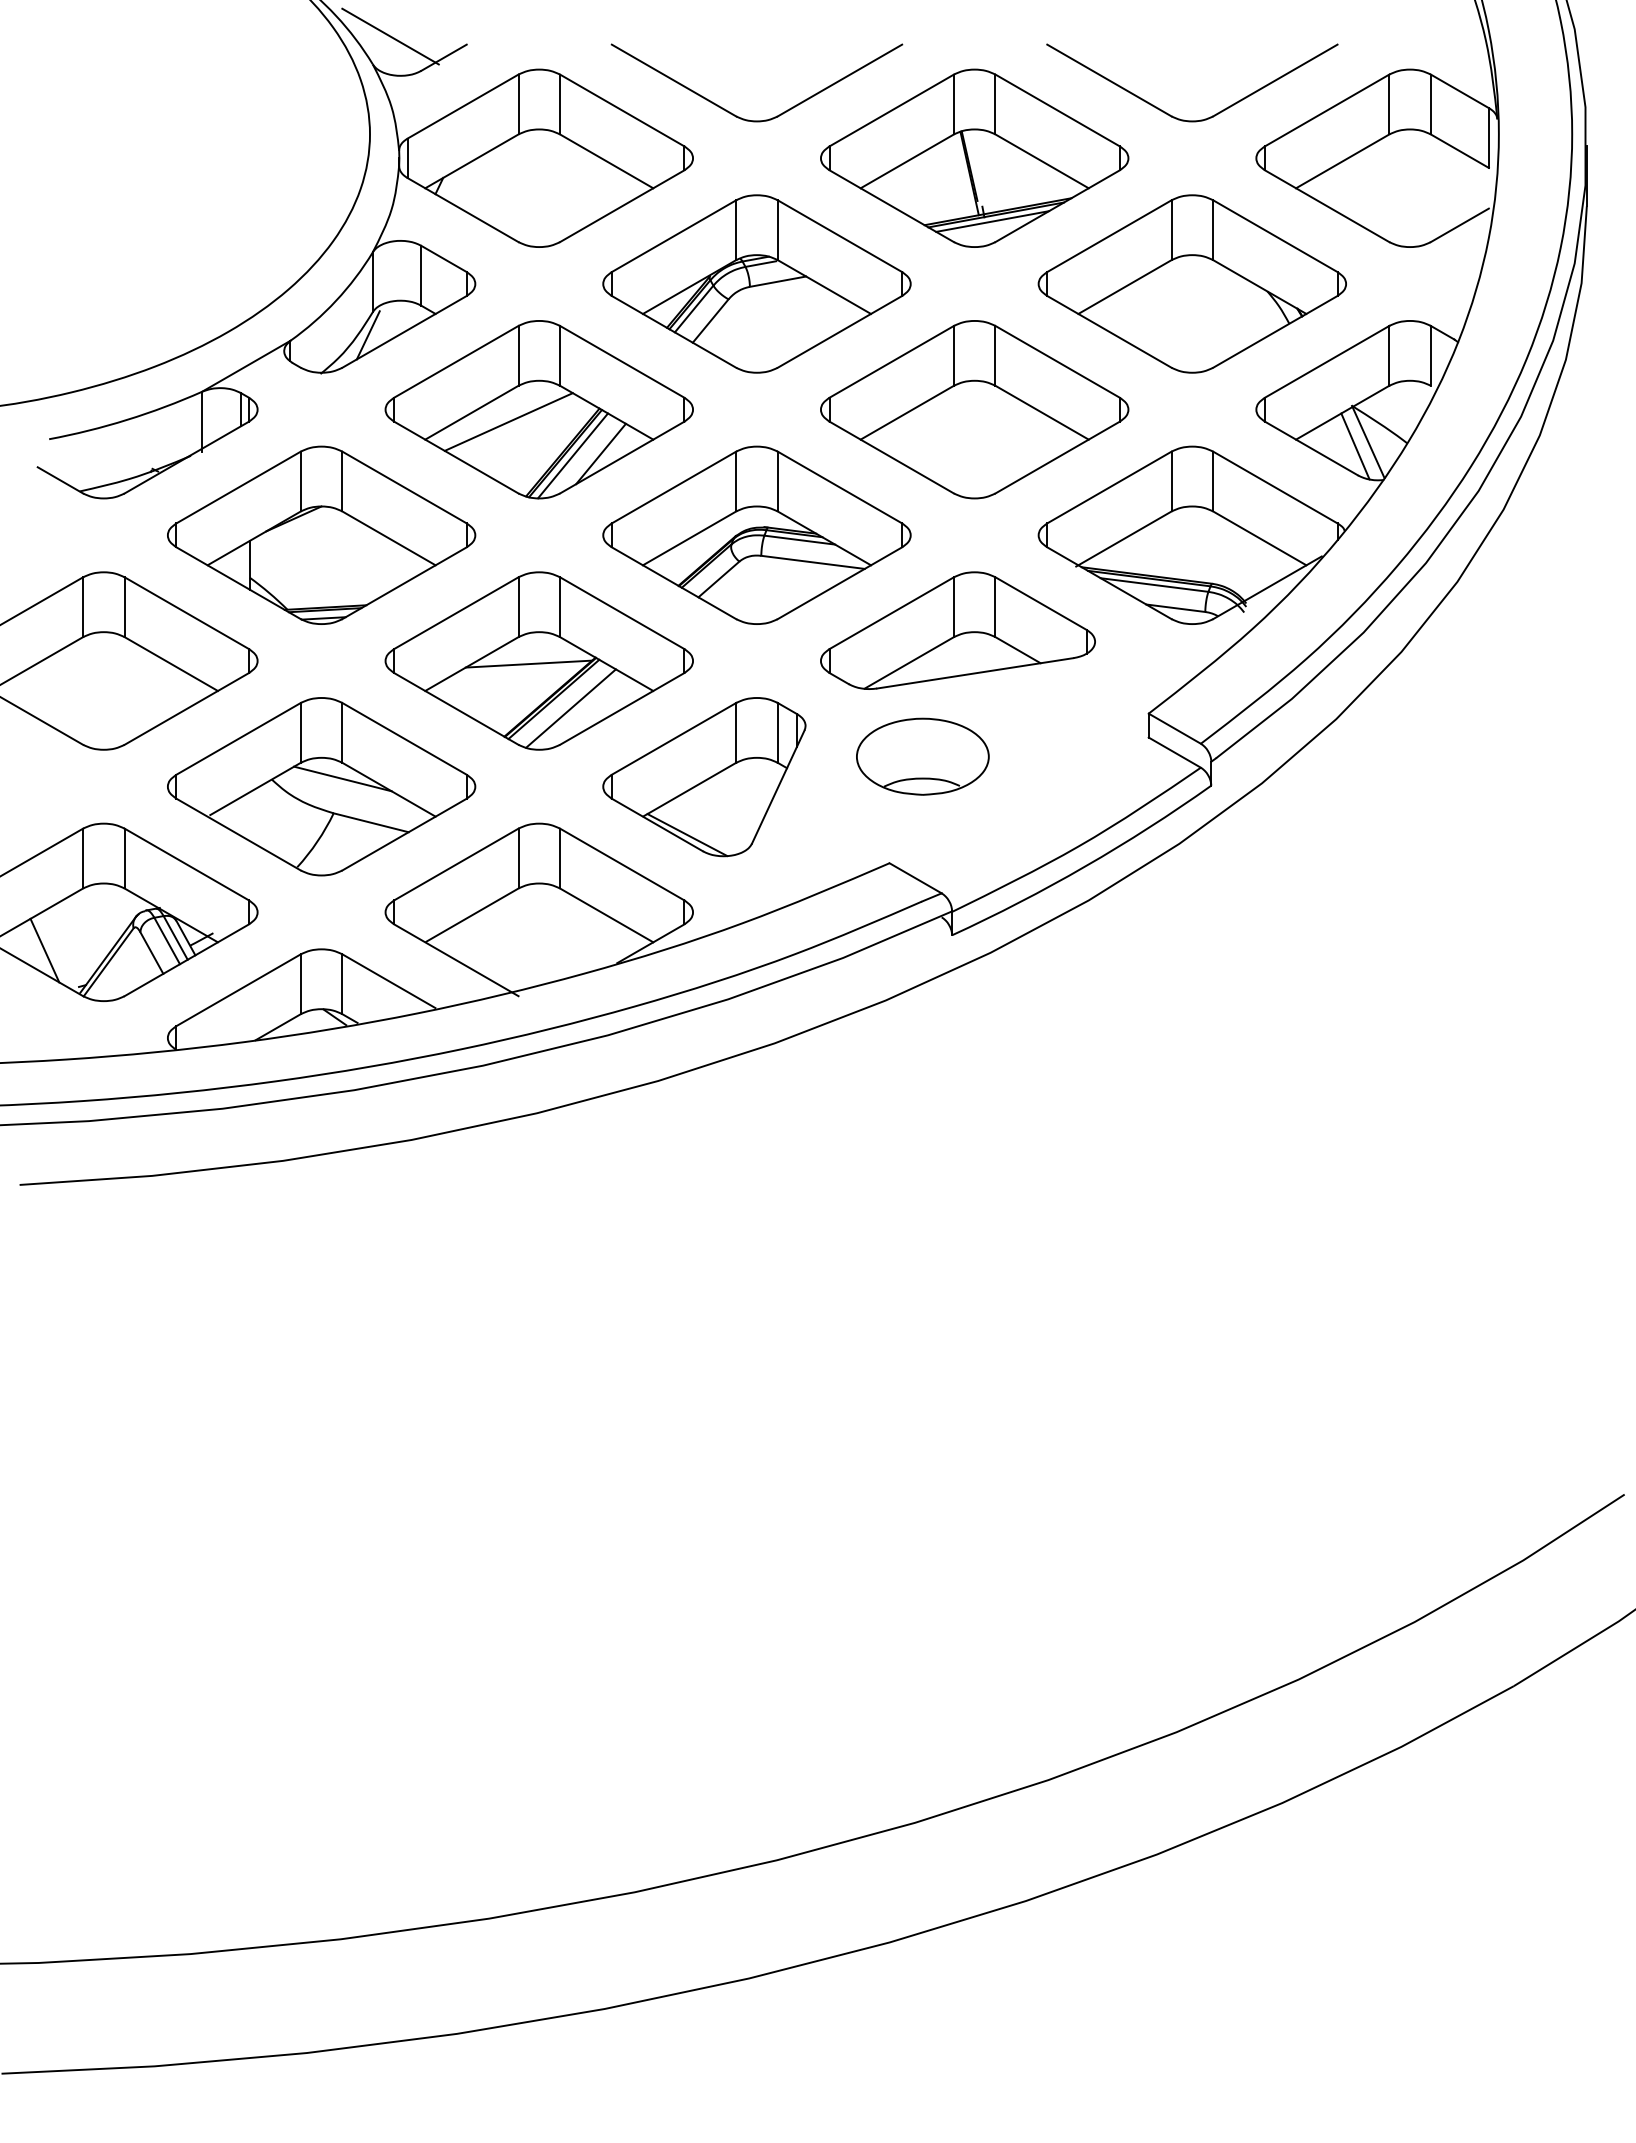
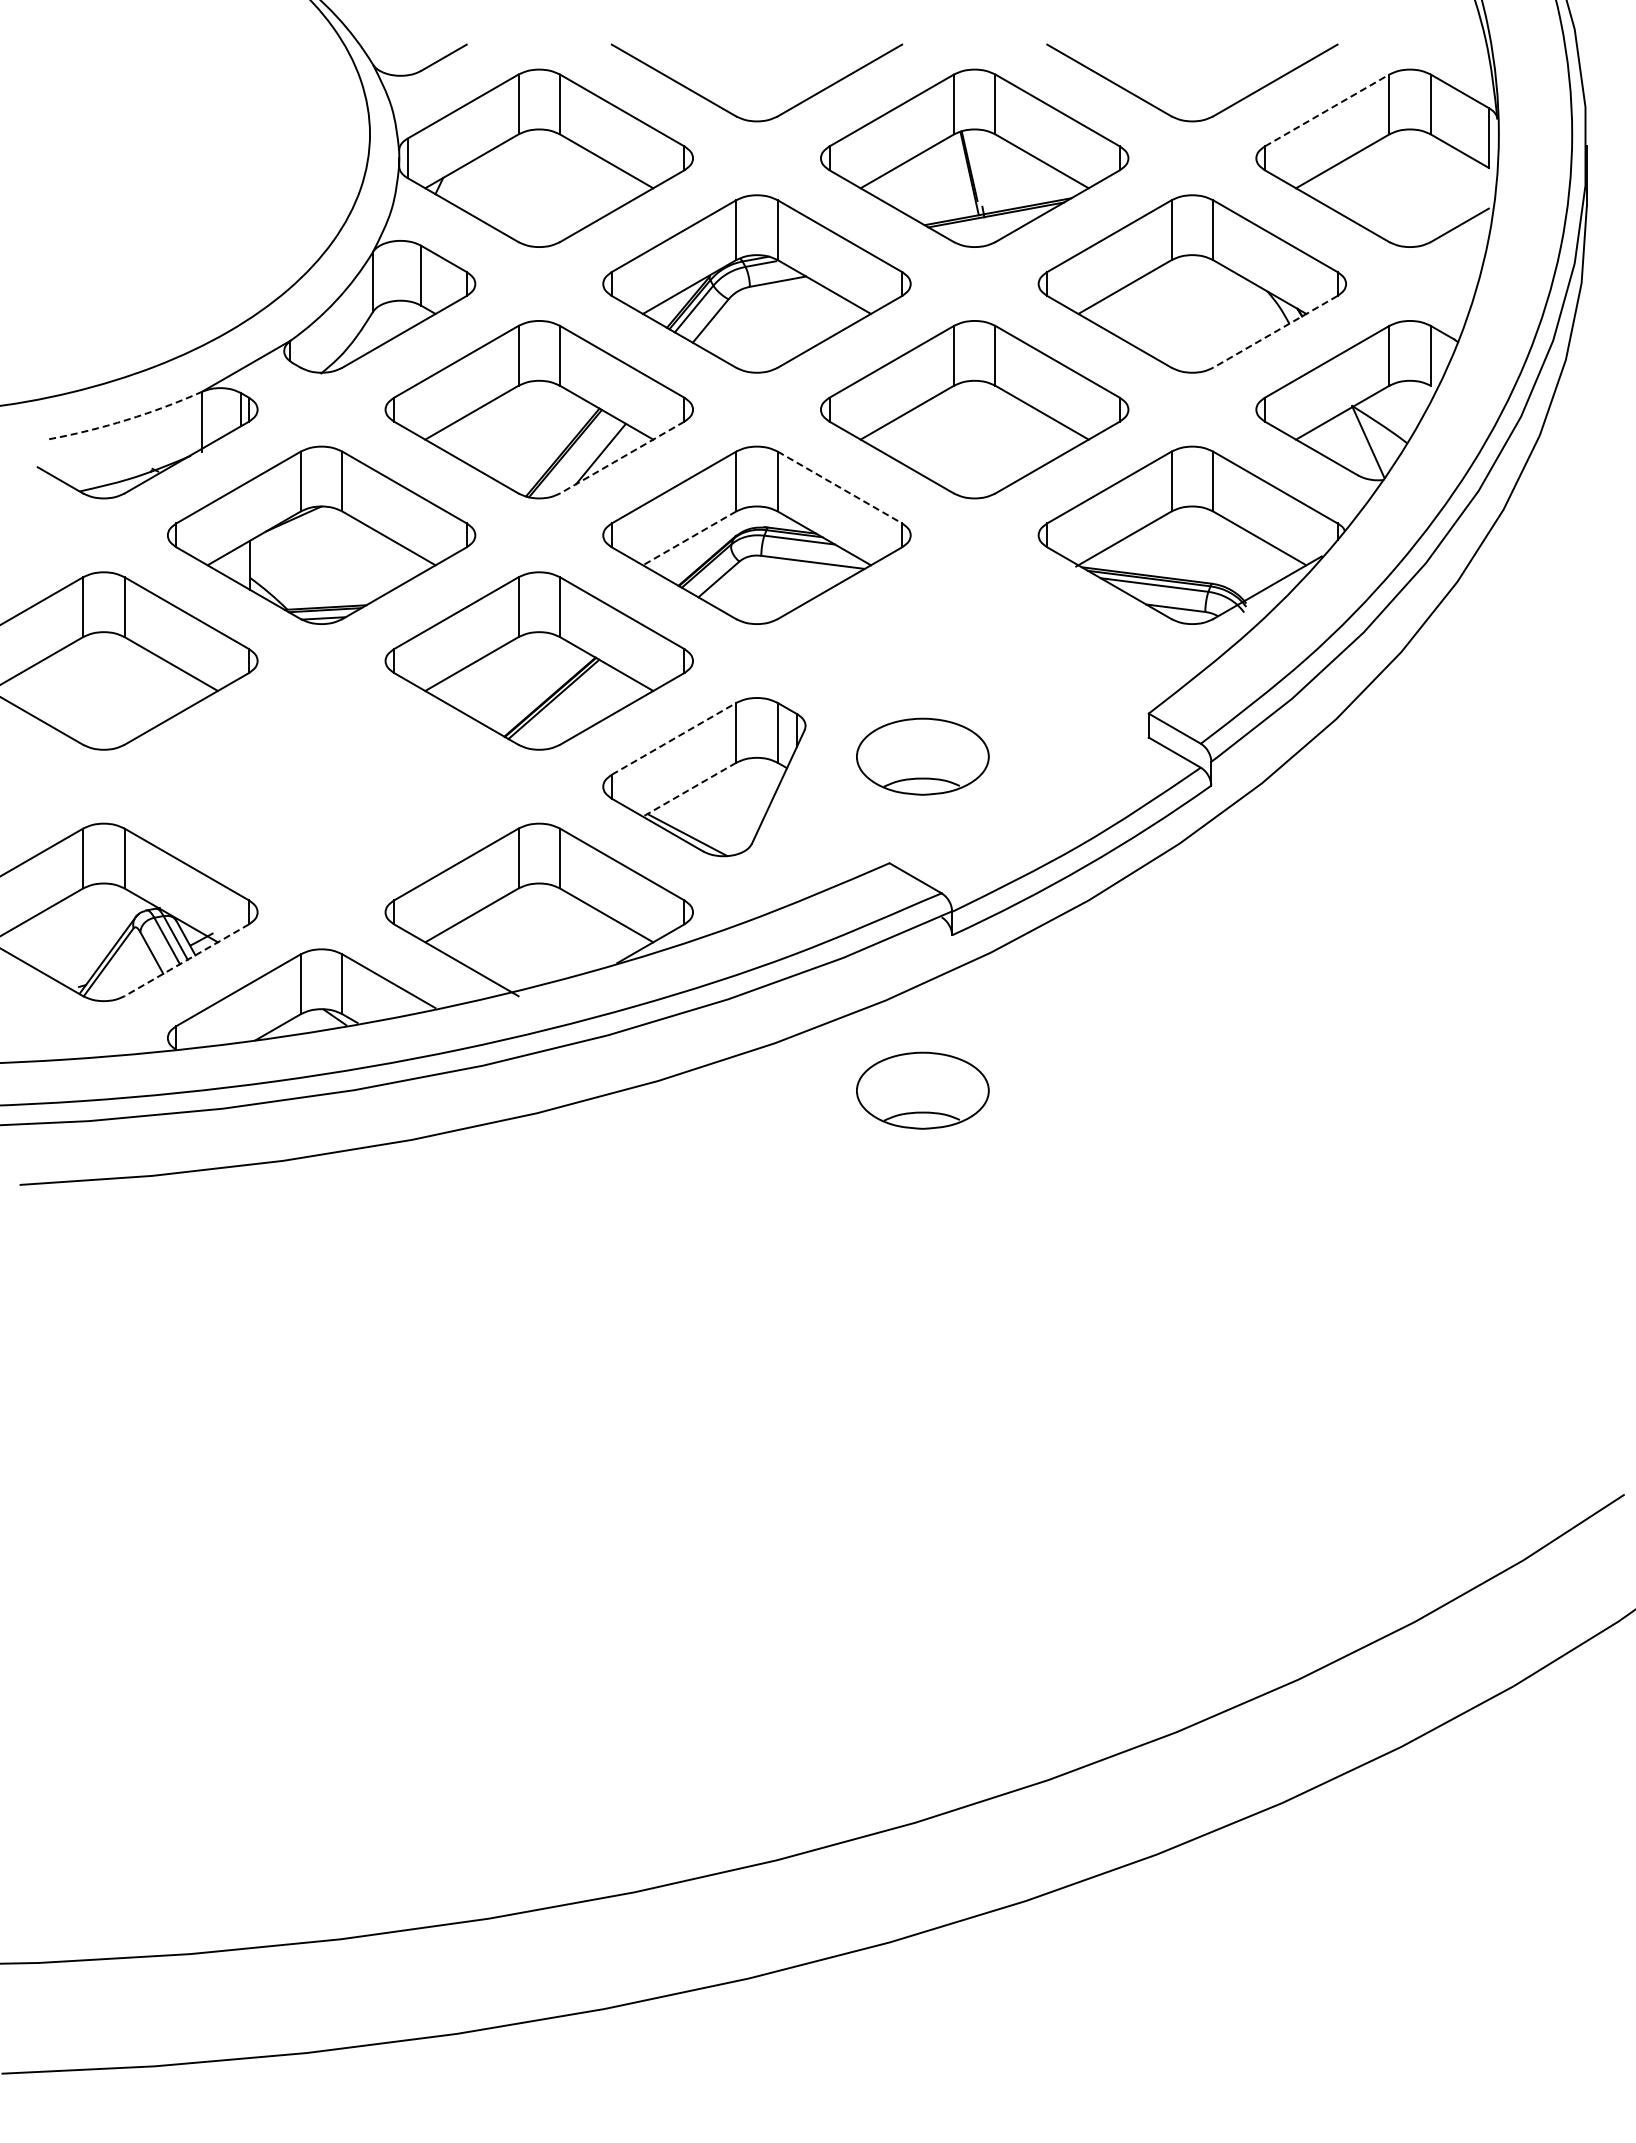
line at (390, 36): present -> none
line at (1327, 110): solid -> dashed
line at (992, 221): present -> none
line at (1275, 331): solid -> dashed
line at (367, 335): present -> none
arc at (127, 419): solid -> dashed
line at (508, 421): present -> none
line at (1355, 446): present -> none
line at (573, 455): present -> none
line at (622, 457): solid -> dashed
line at (839, 487): solid -> dashed
line at (689, 538): solid -> dashed
part at (957, 630): present -> none
line at (528, 663): present -> none
line at (570, 708): present -> none
line at (674, 738): solid -> dashed
part at (321, 786): present -> none
line at (689, 789): solid -> dashed
line at (44, 950): present -> none
line at (186, 960): solid -> dashed
part at (922, 1090): none -> present
